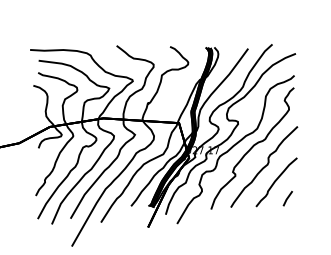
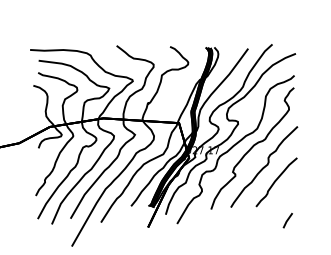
line at (287, 198) position: (287, 198) -> (287, 220)
